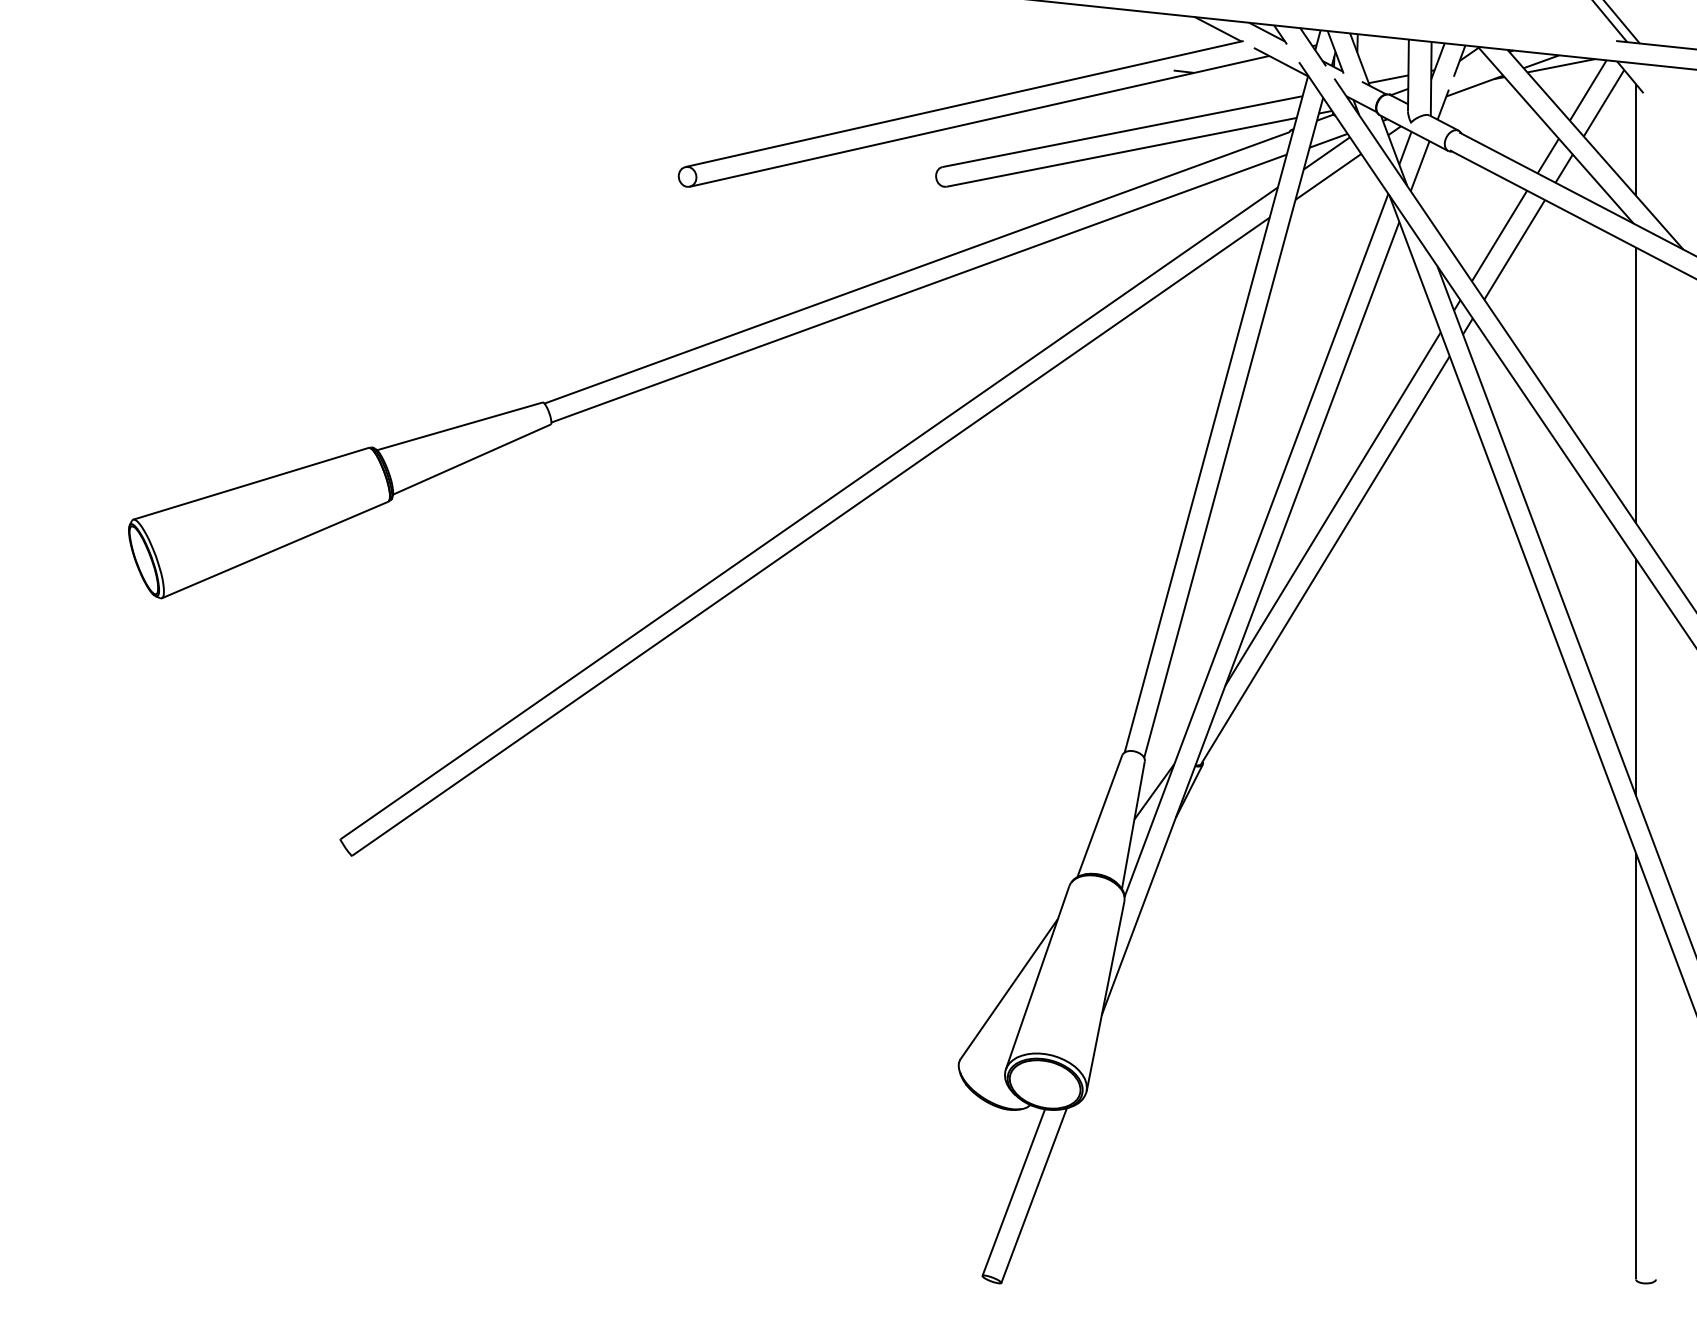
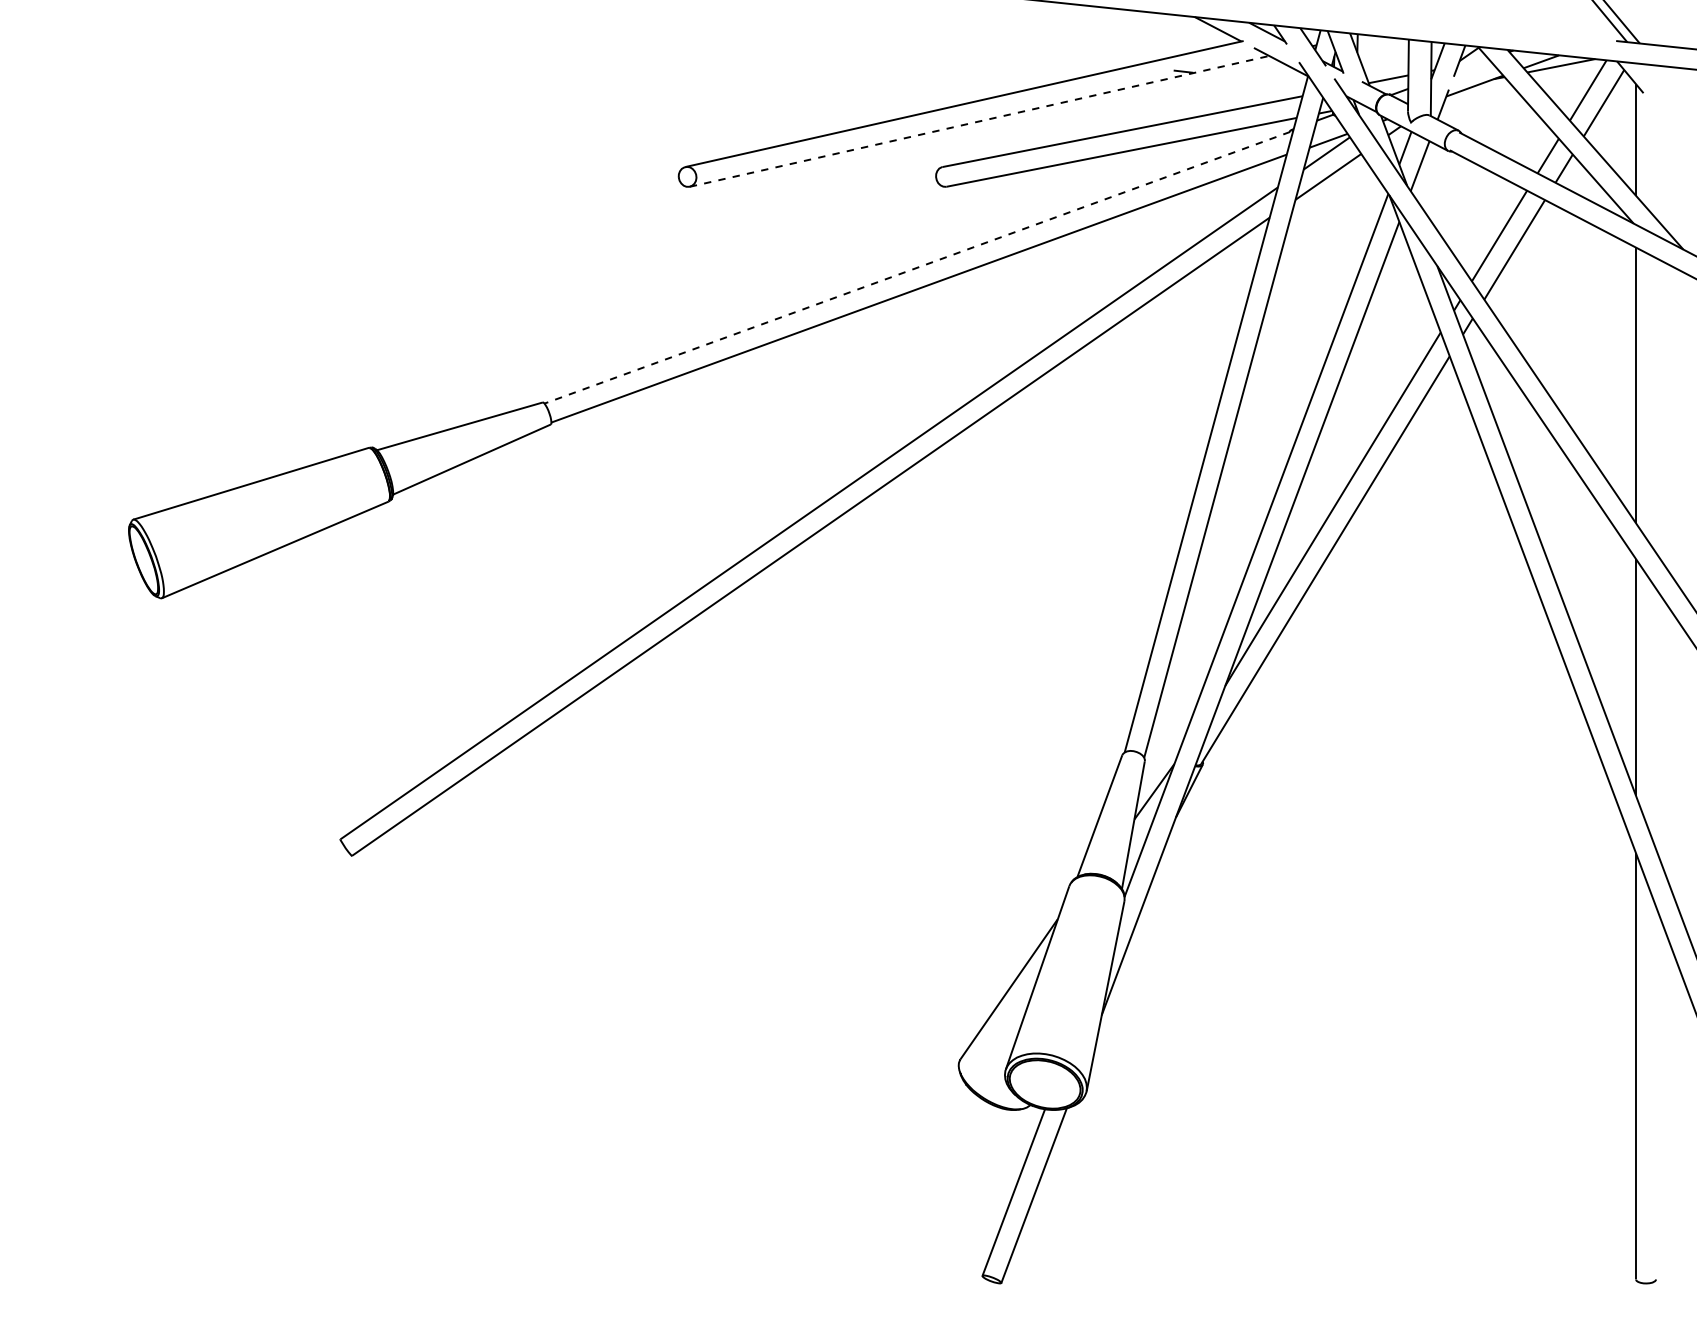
line at (979, 121): solid -> dashed
line at (917, 267): solid -> dashed
